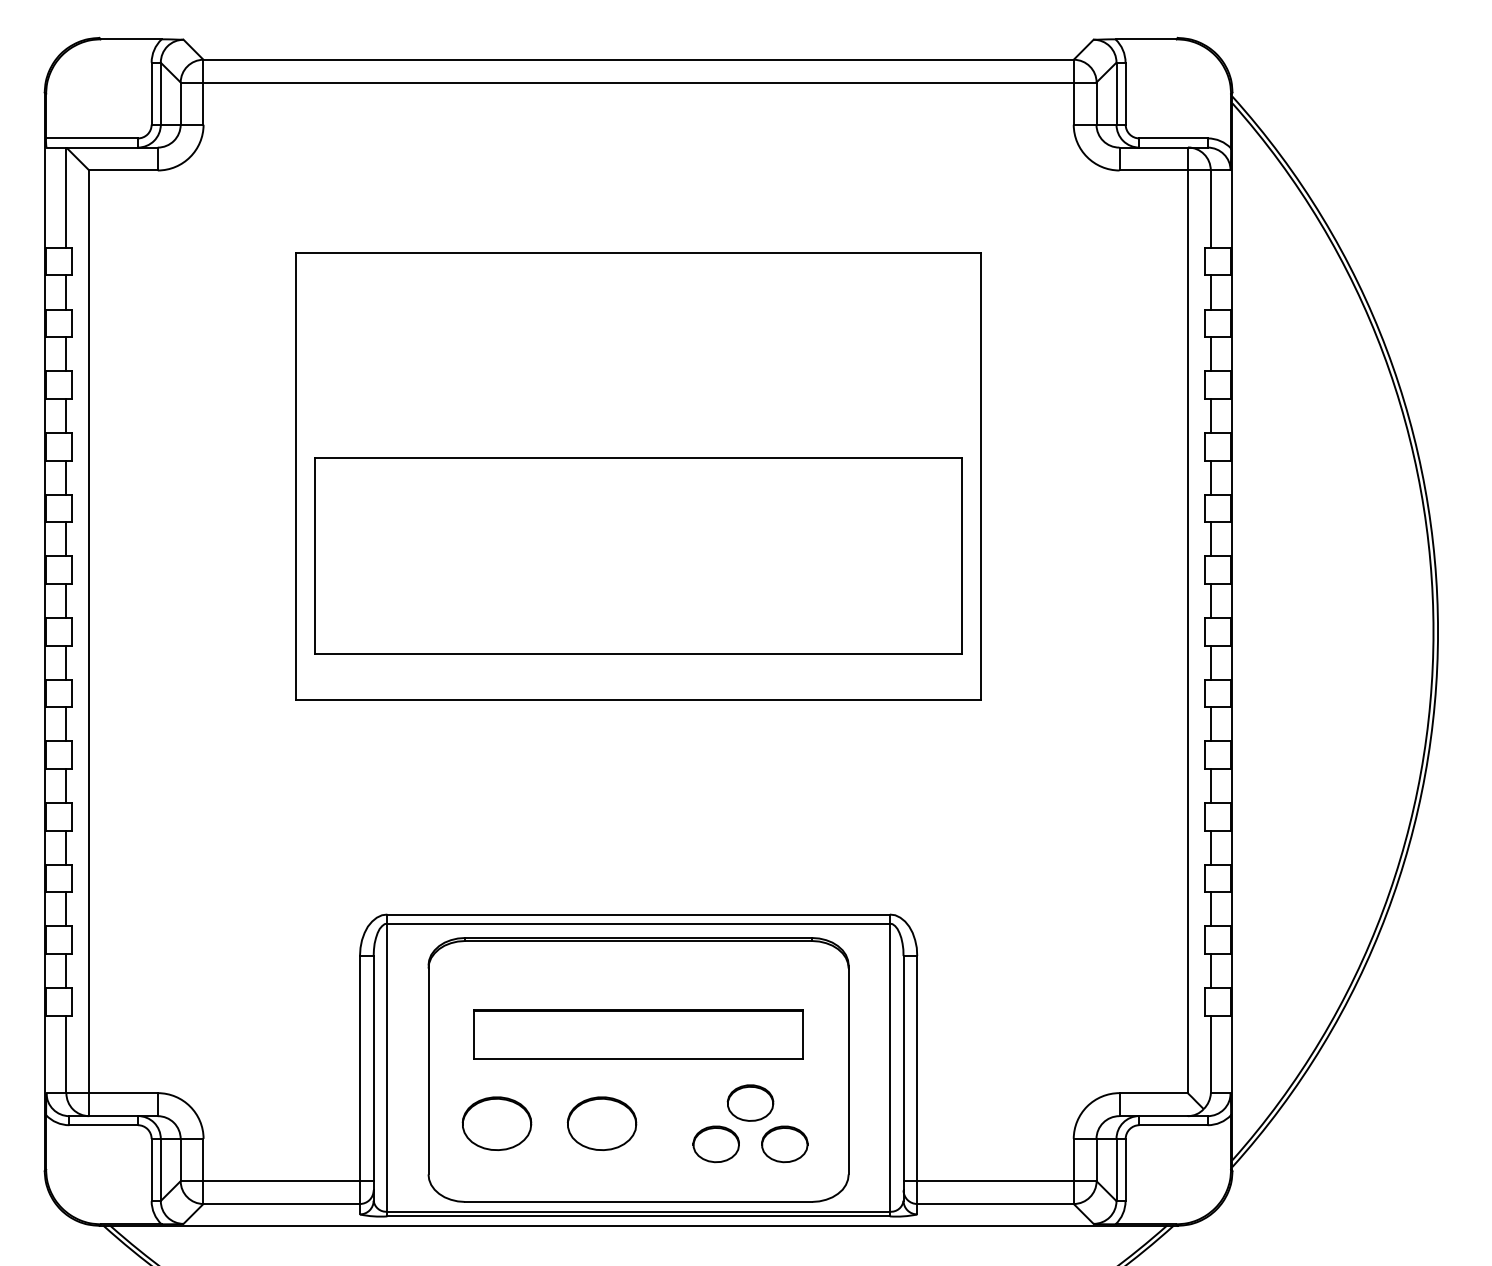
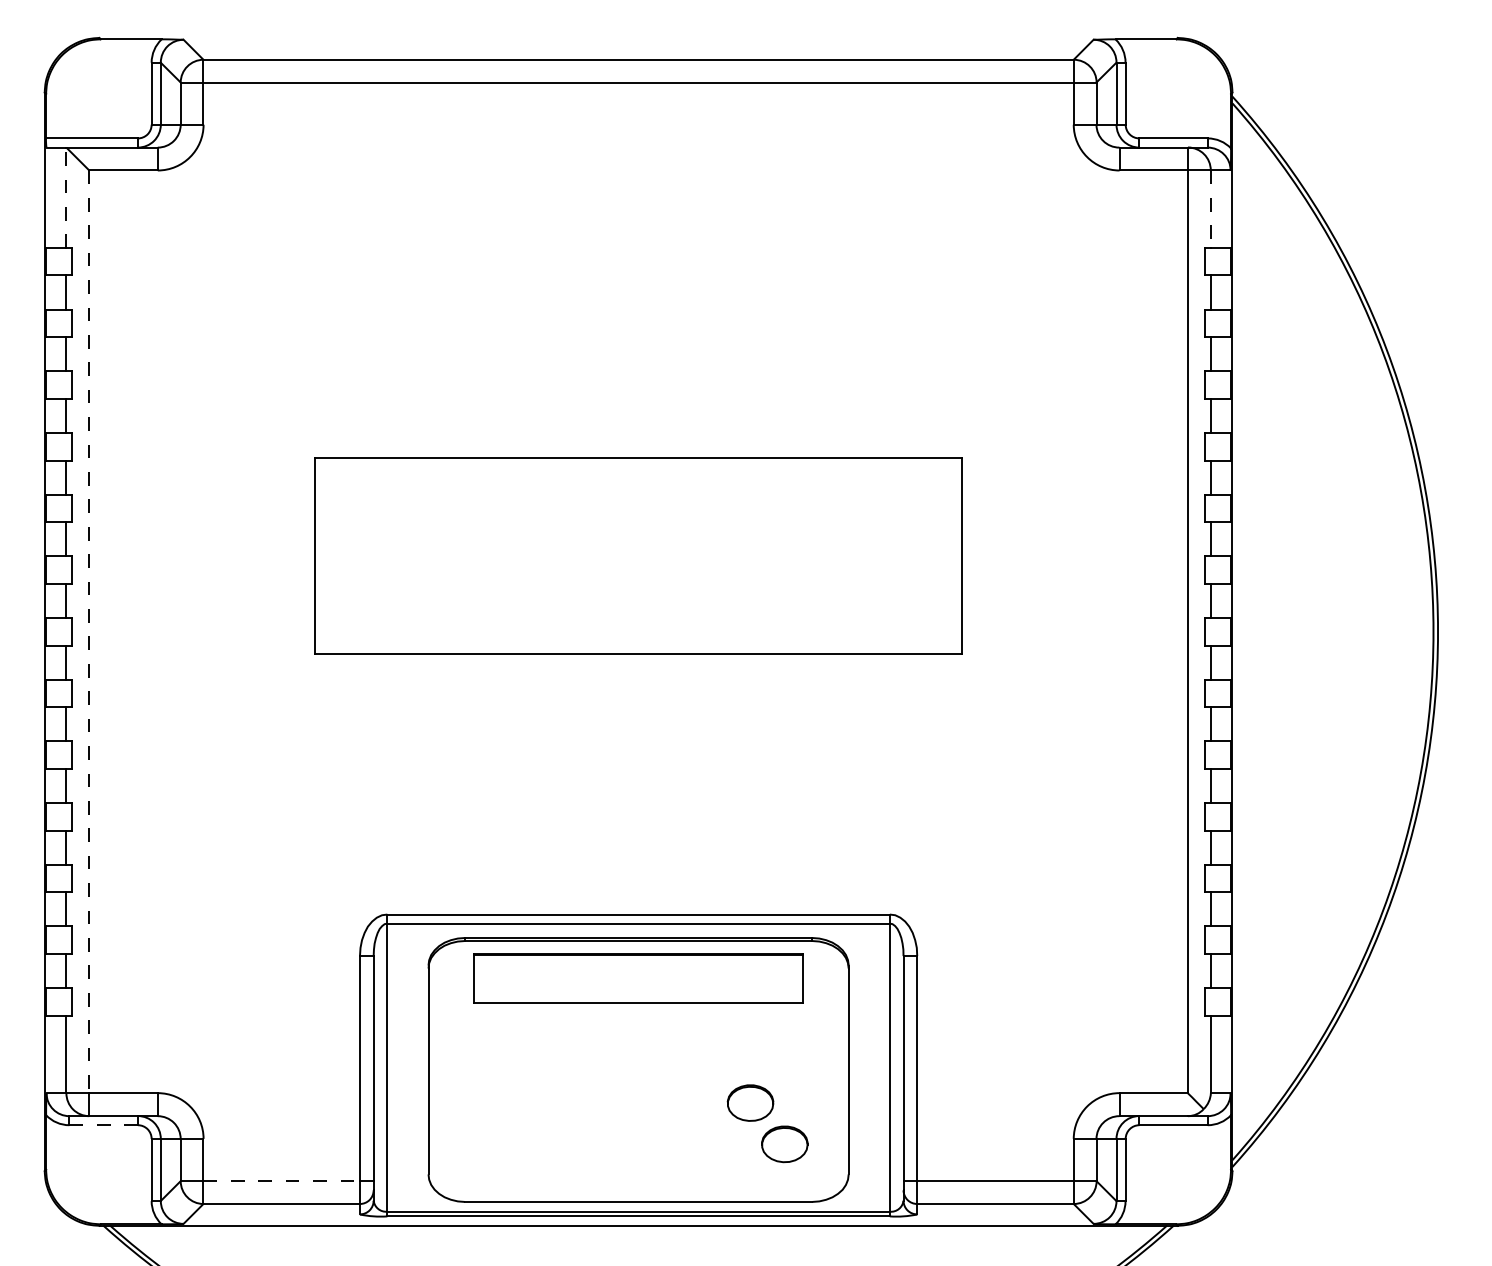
line at (66, 197): solid -> dashed
line at (1210, 209): solid -> dashed
part at (638, 476): present -> none
line at (89, 632): solid -> dashed
part at (638, 1034) position: (638, 1034) -> (638, 978)
part at (496, 1123): present -> none
part at (601, 1123): present -> none
line at (103, 1125): solid -> dashed
part at (715, 1144): present -> none
line at (282, 1181): solid -> dashed
